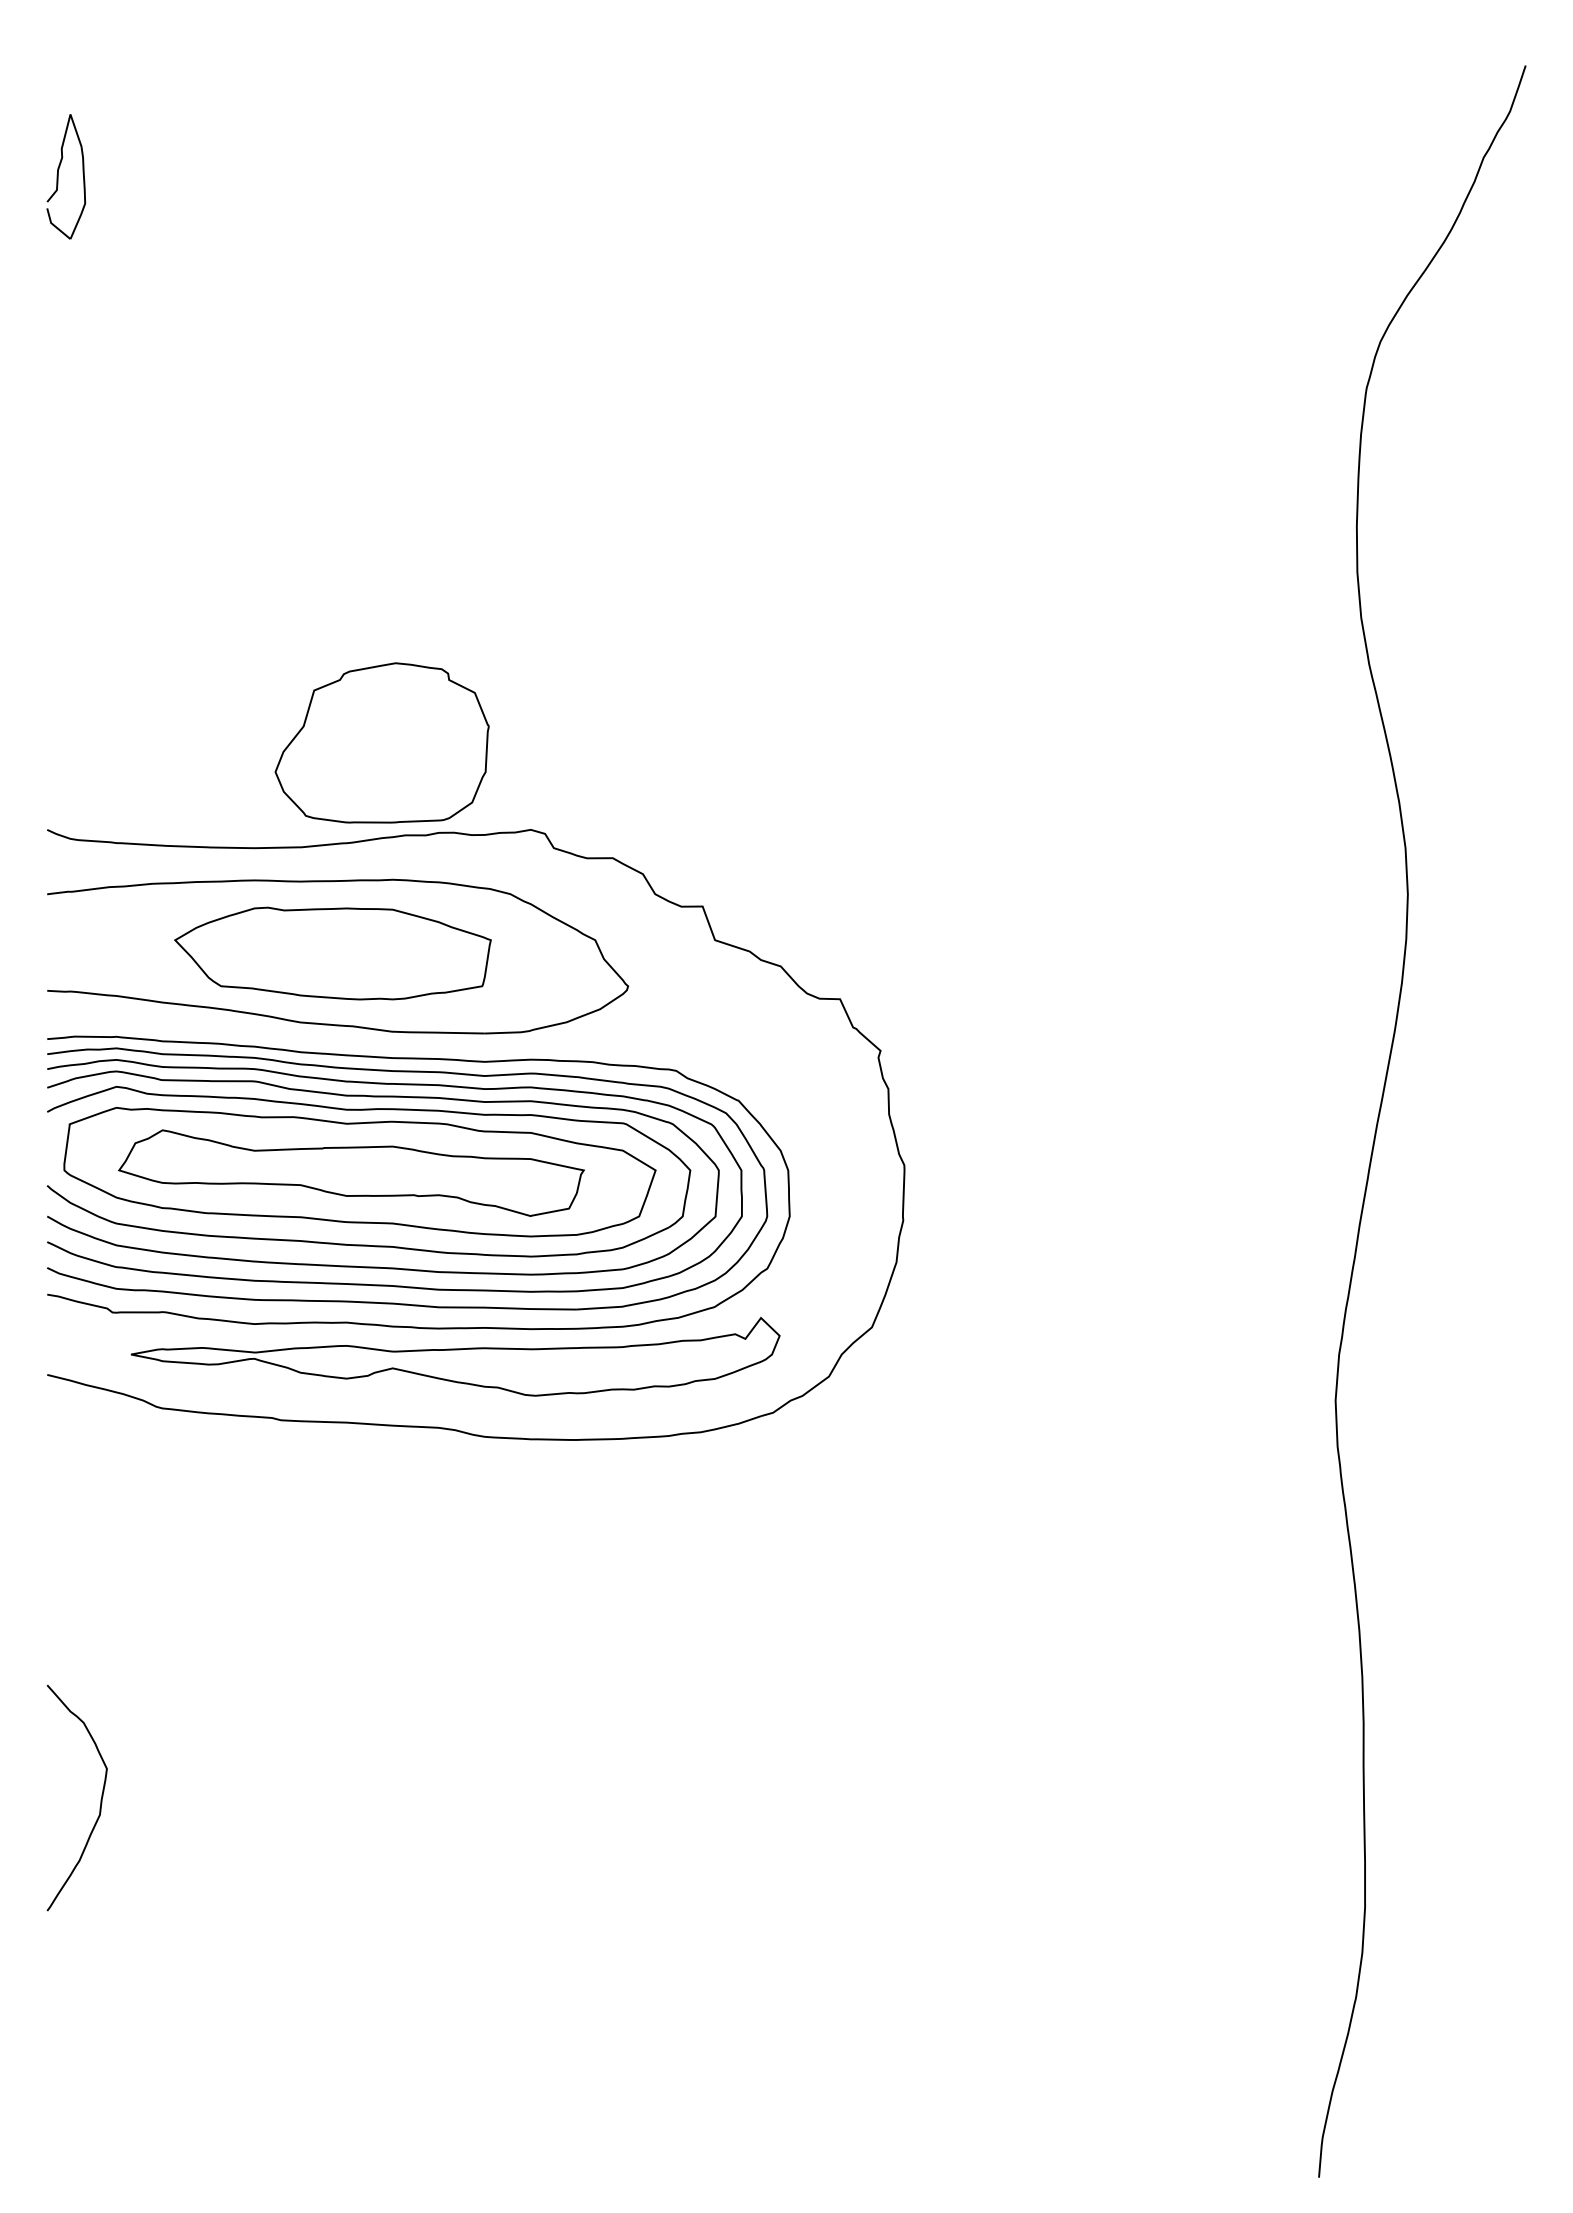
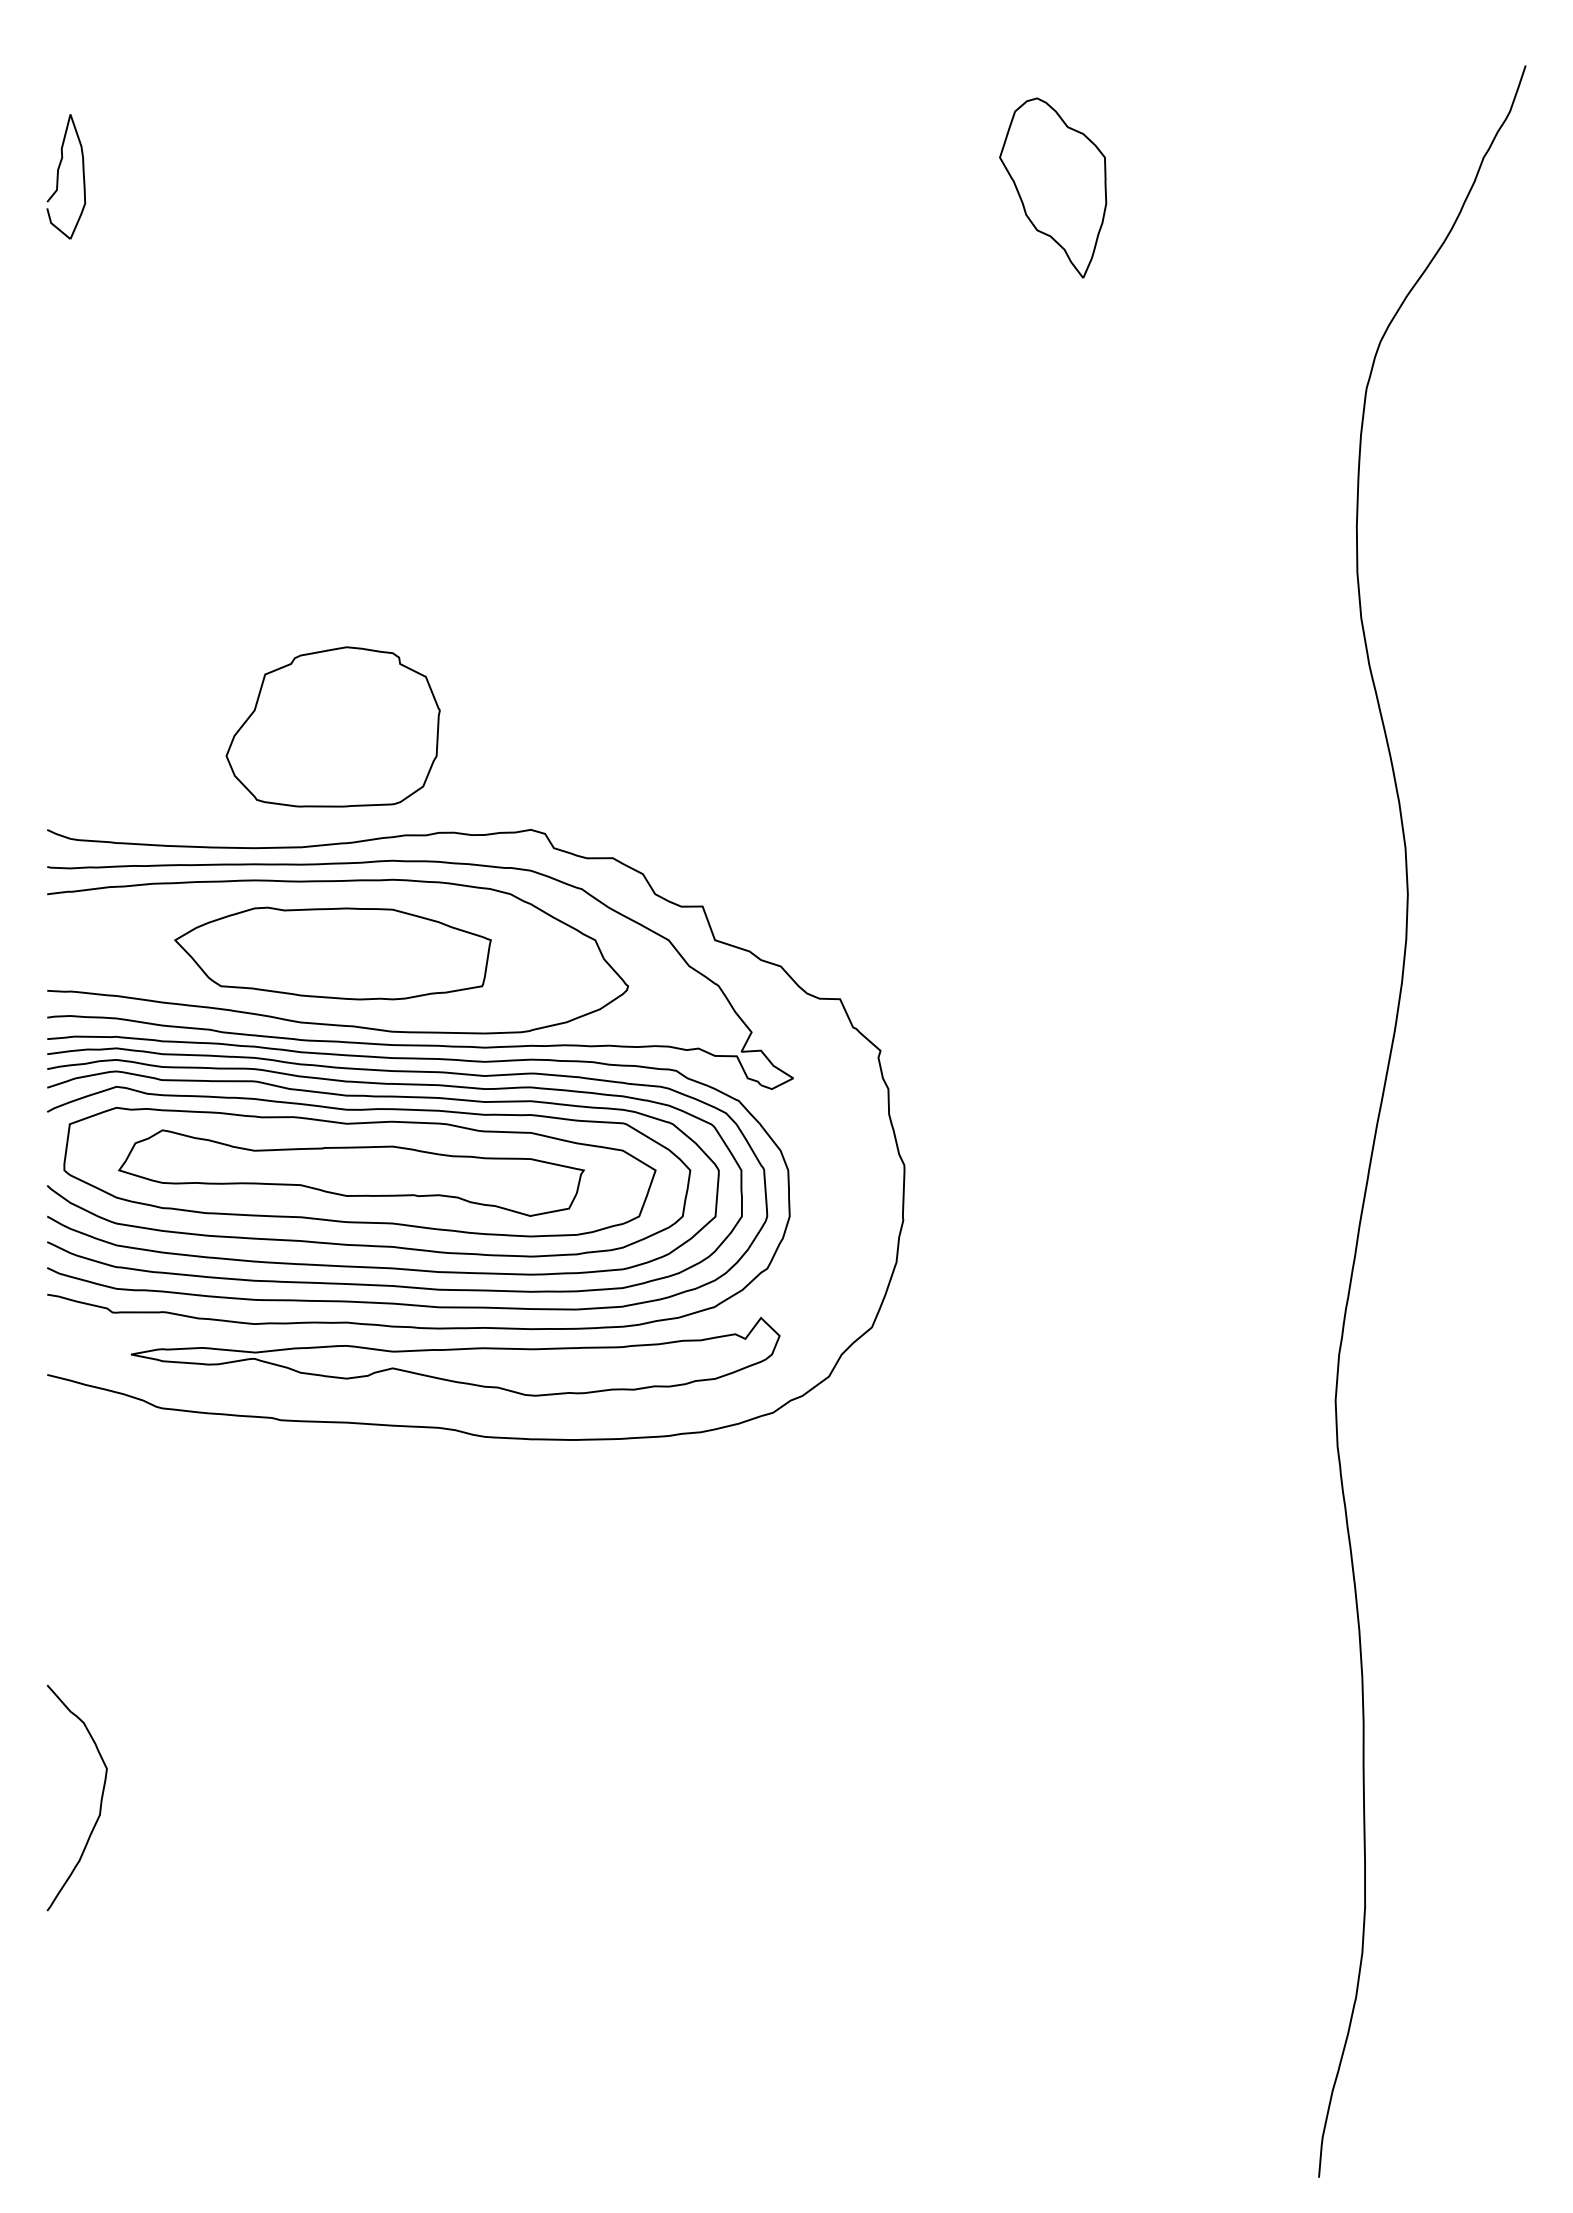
part at (1053, 187): none -> present
part at (381, 742) position: (381, 742) -> (332, 726)
part at (420, 1044): none -> present
